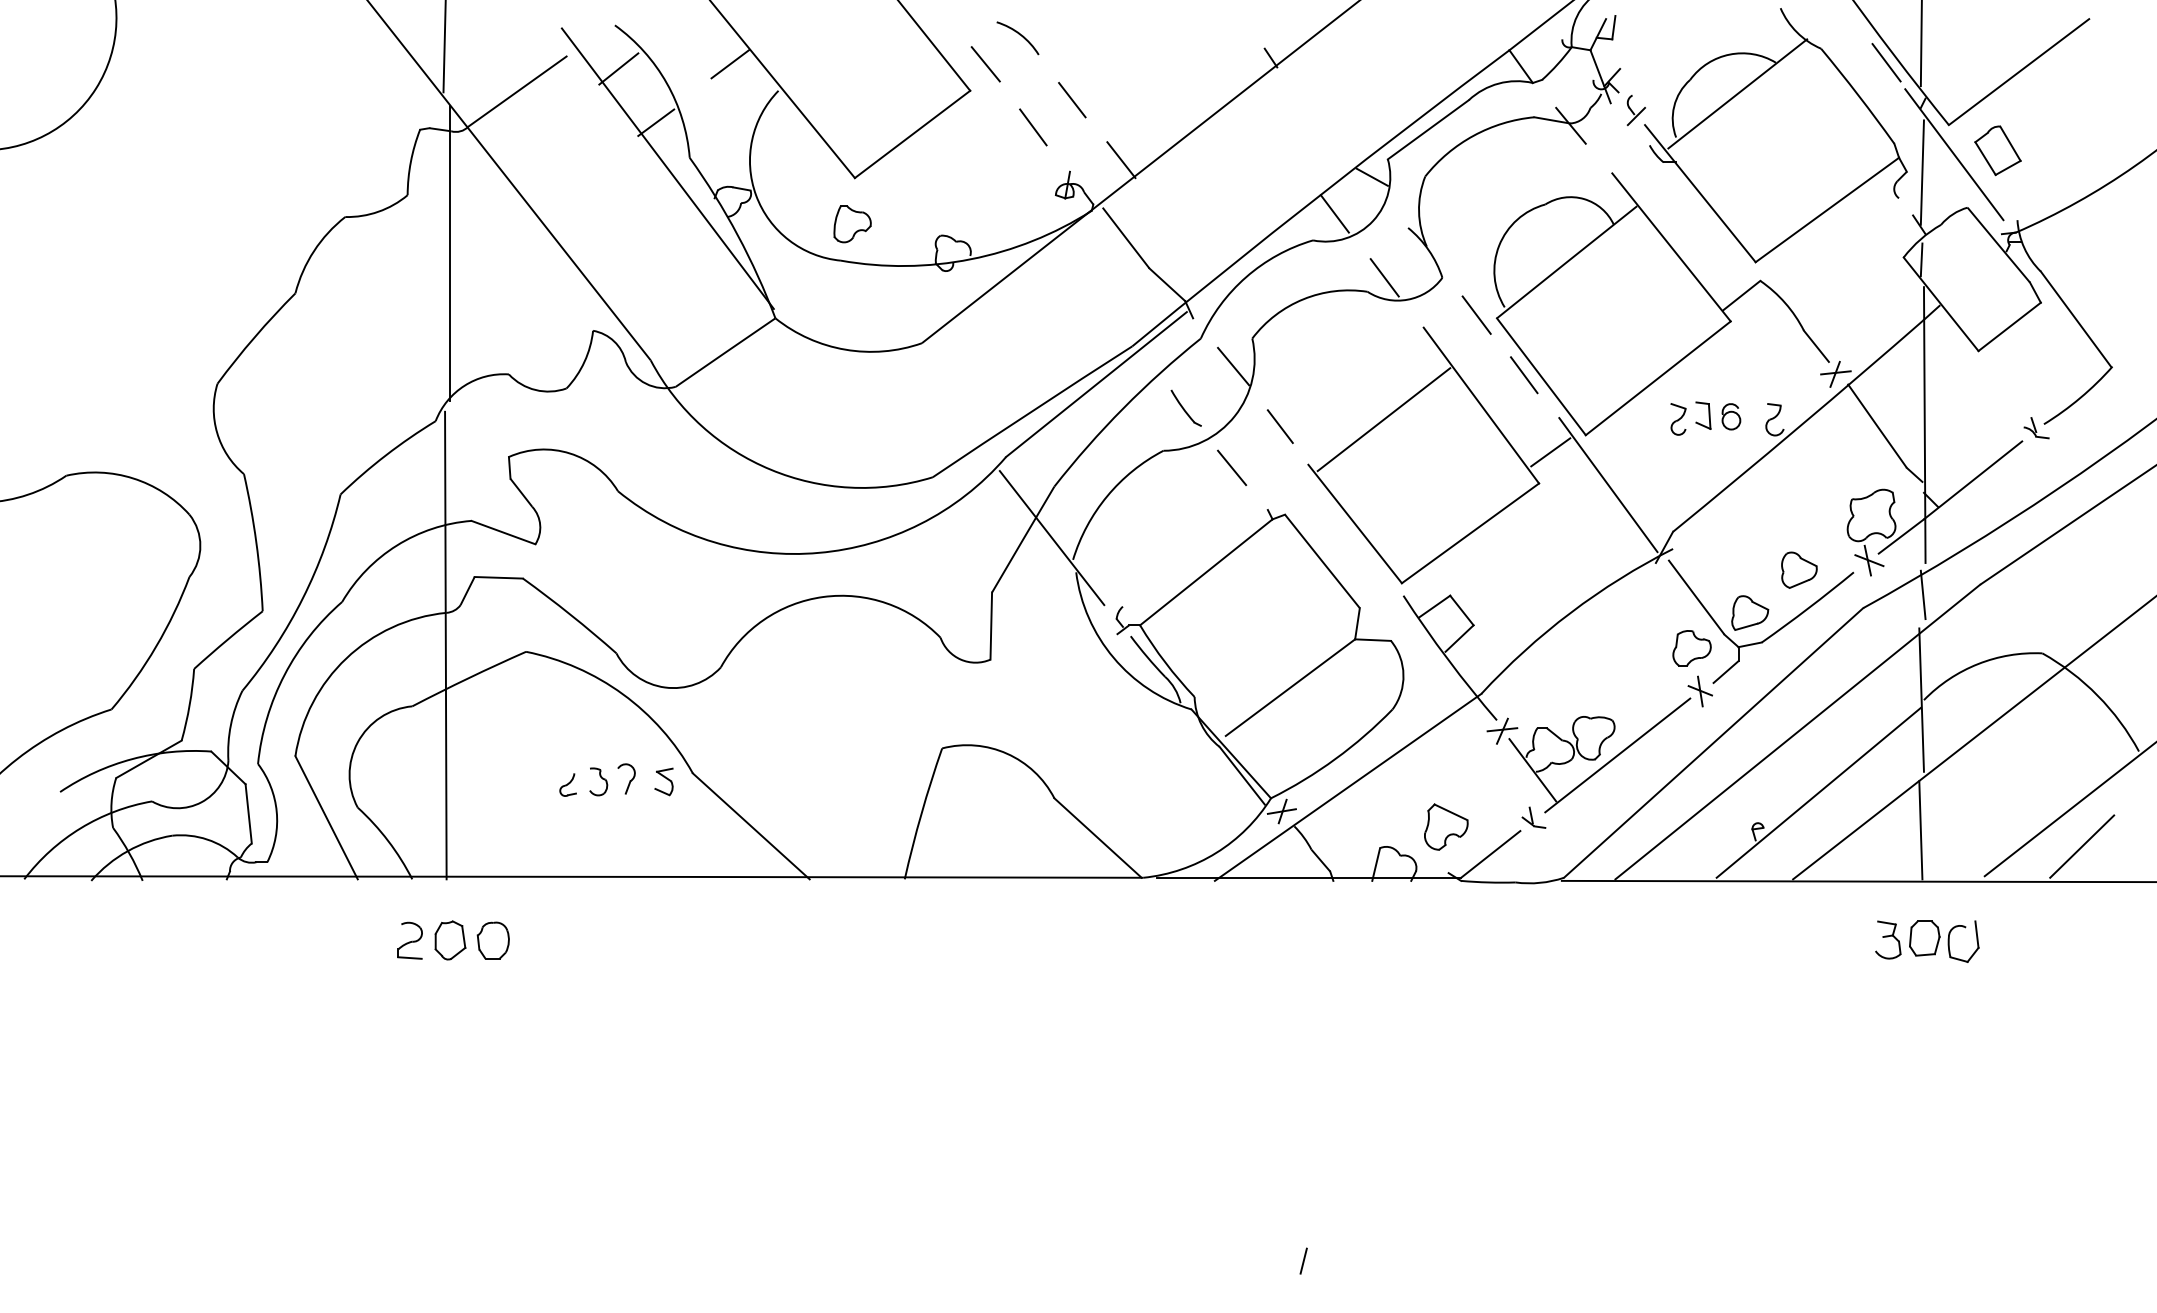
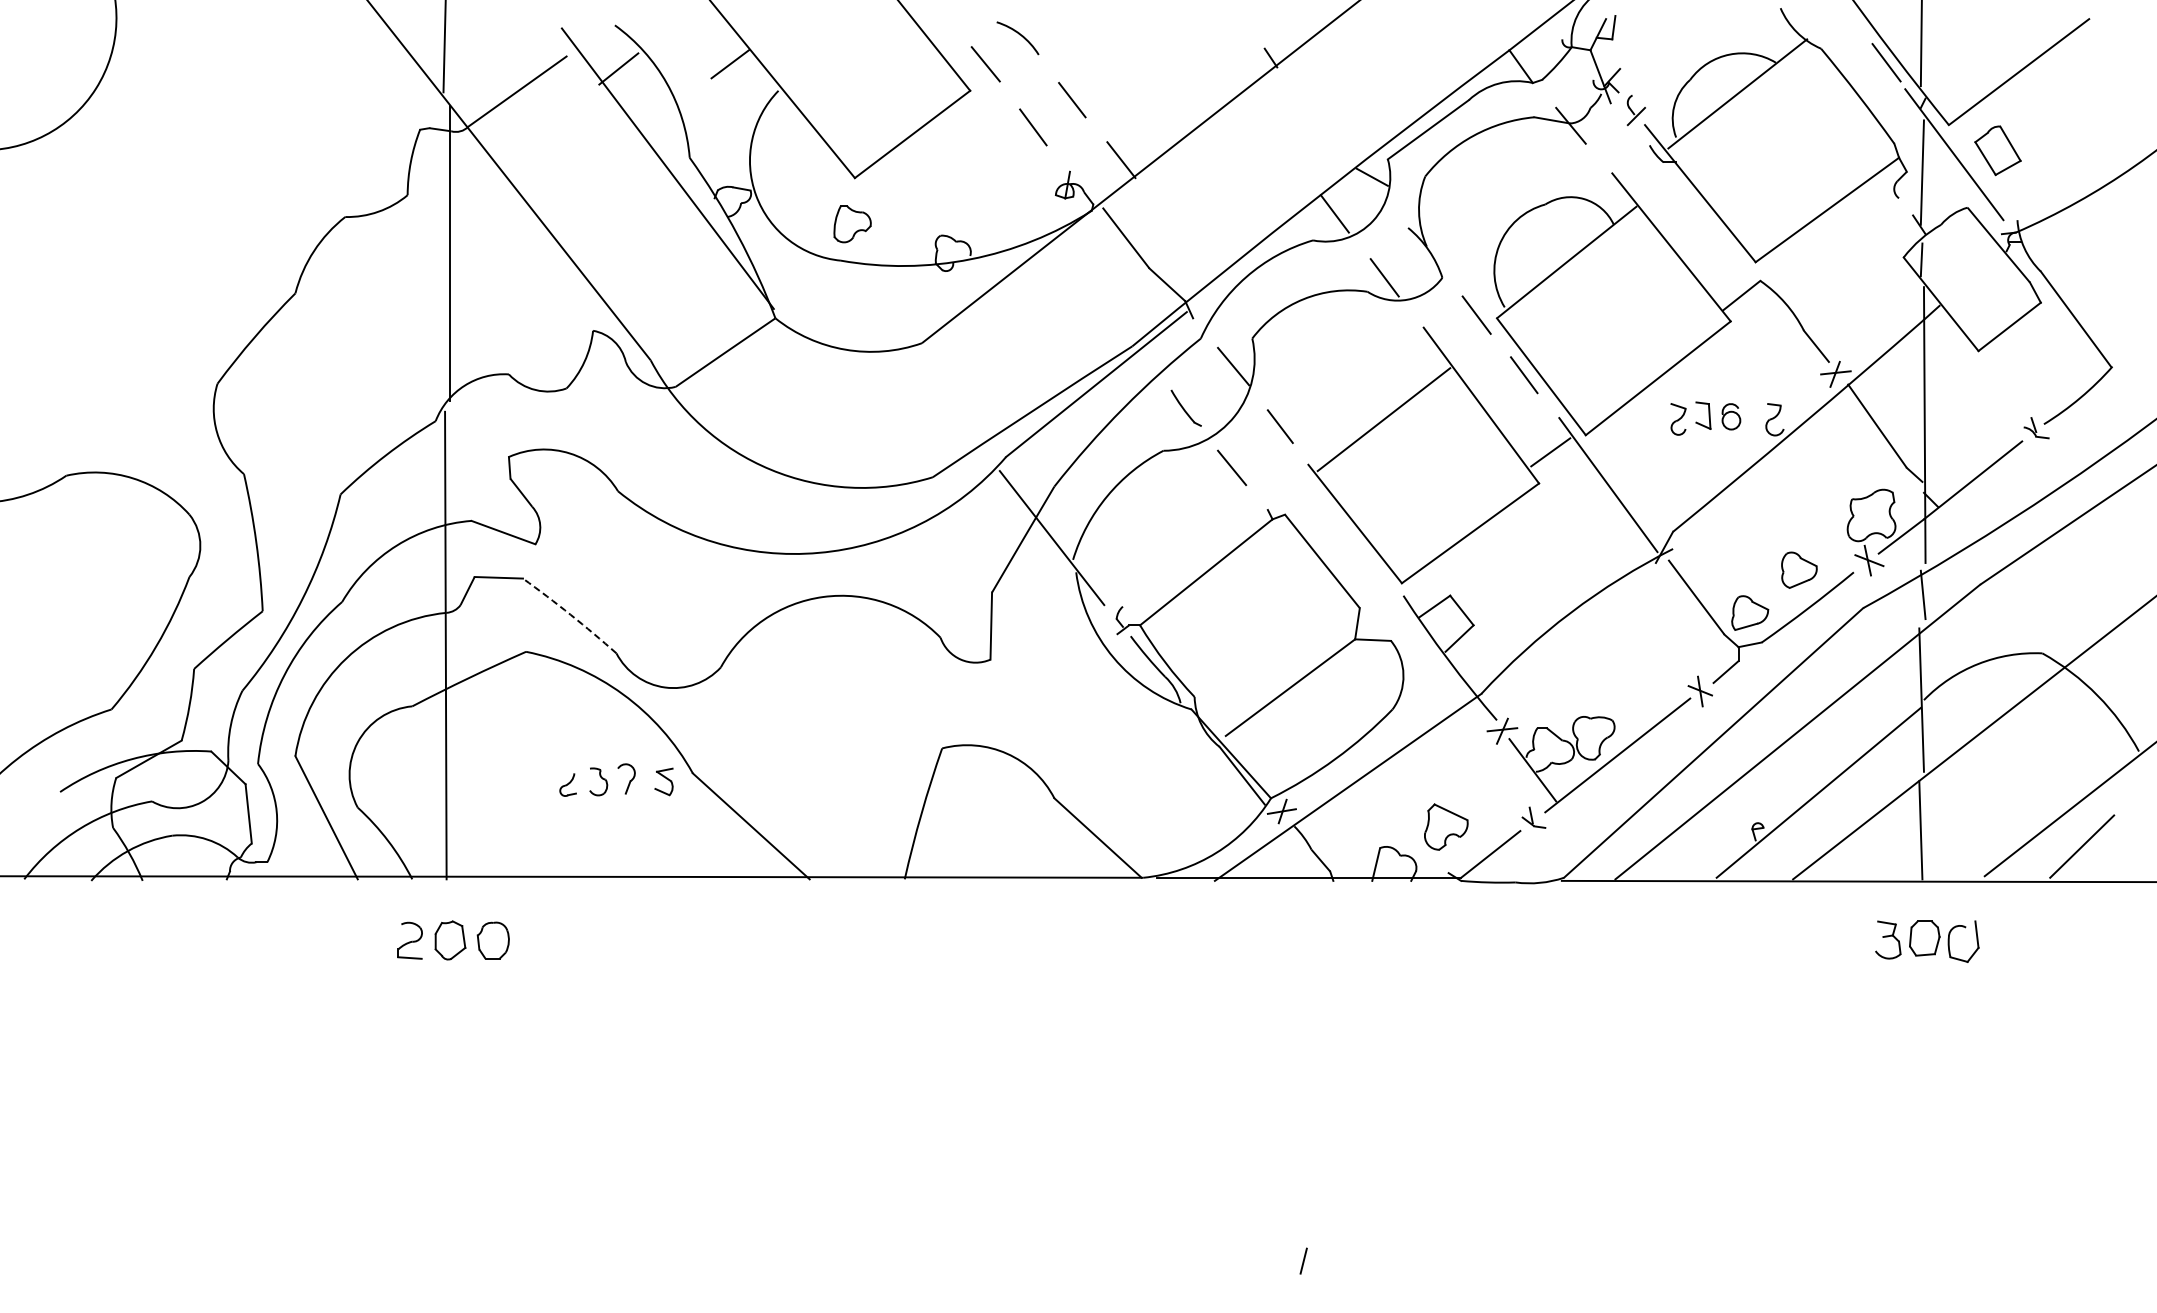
line at (656, 122): present -> none
arc at (570, 614): solid -> dashed
part at (1691, 648): present -> none
